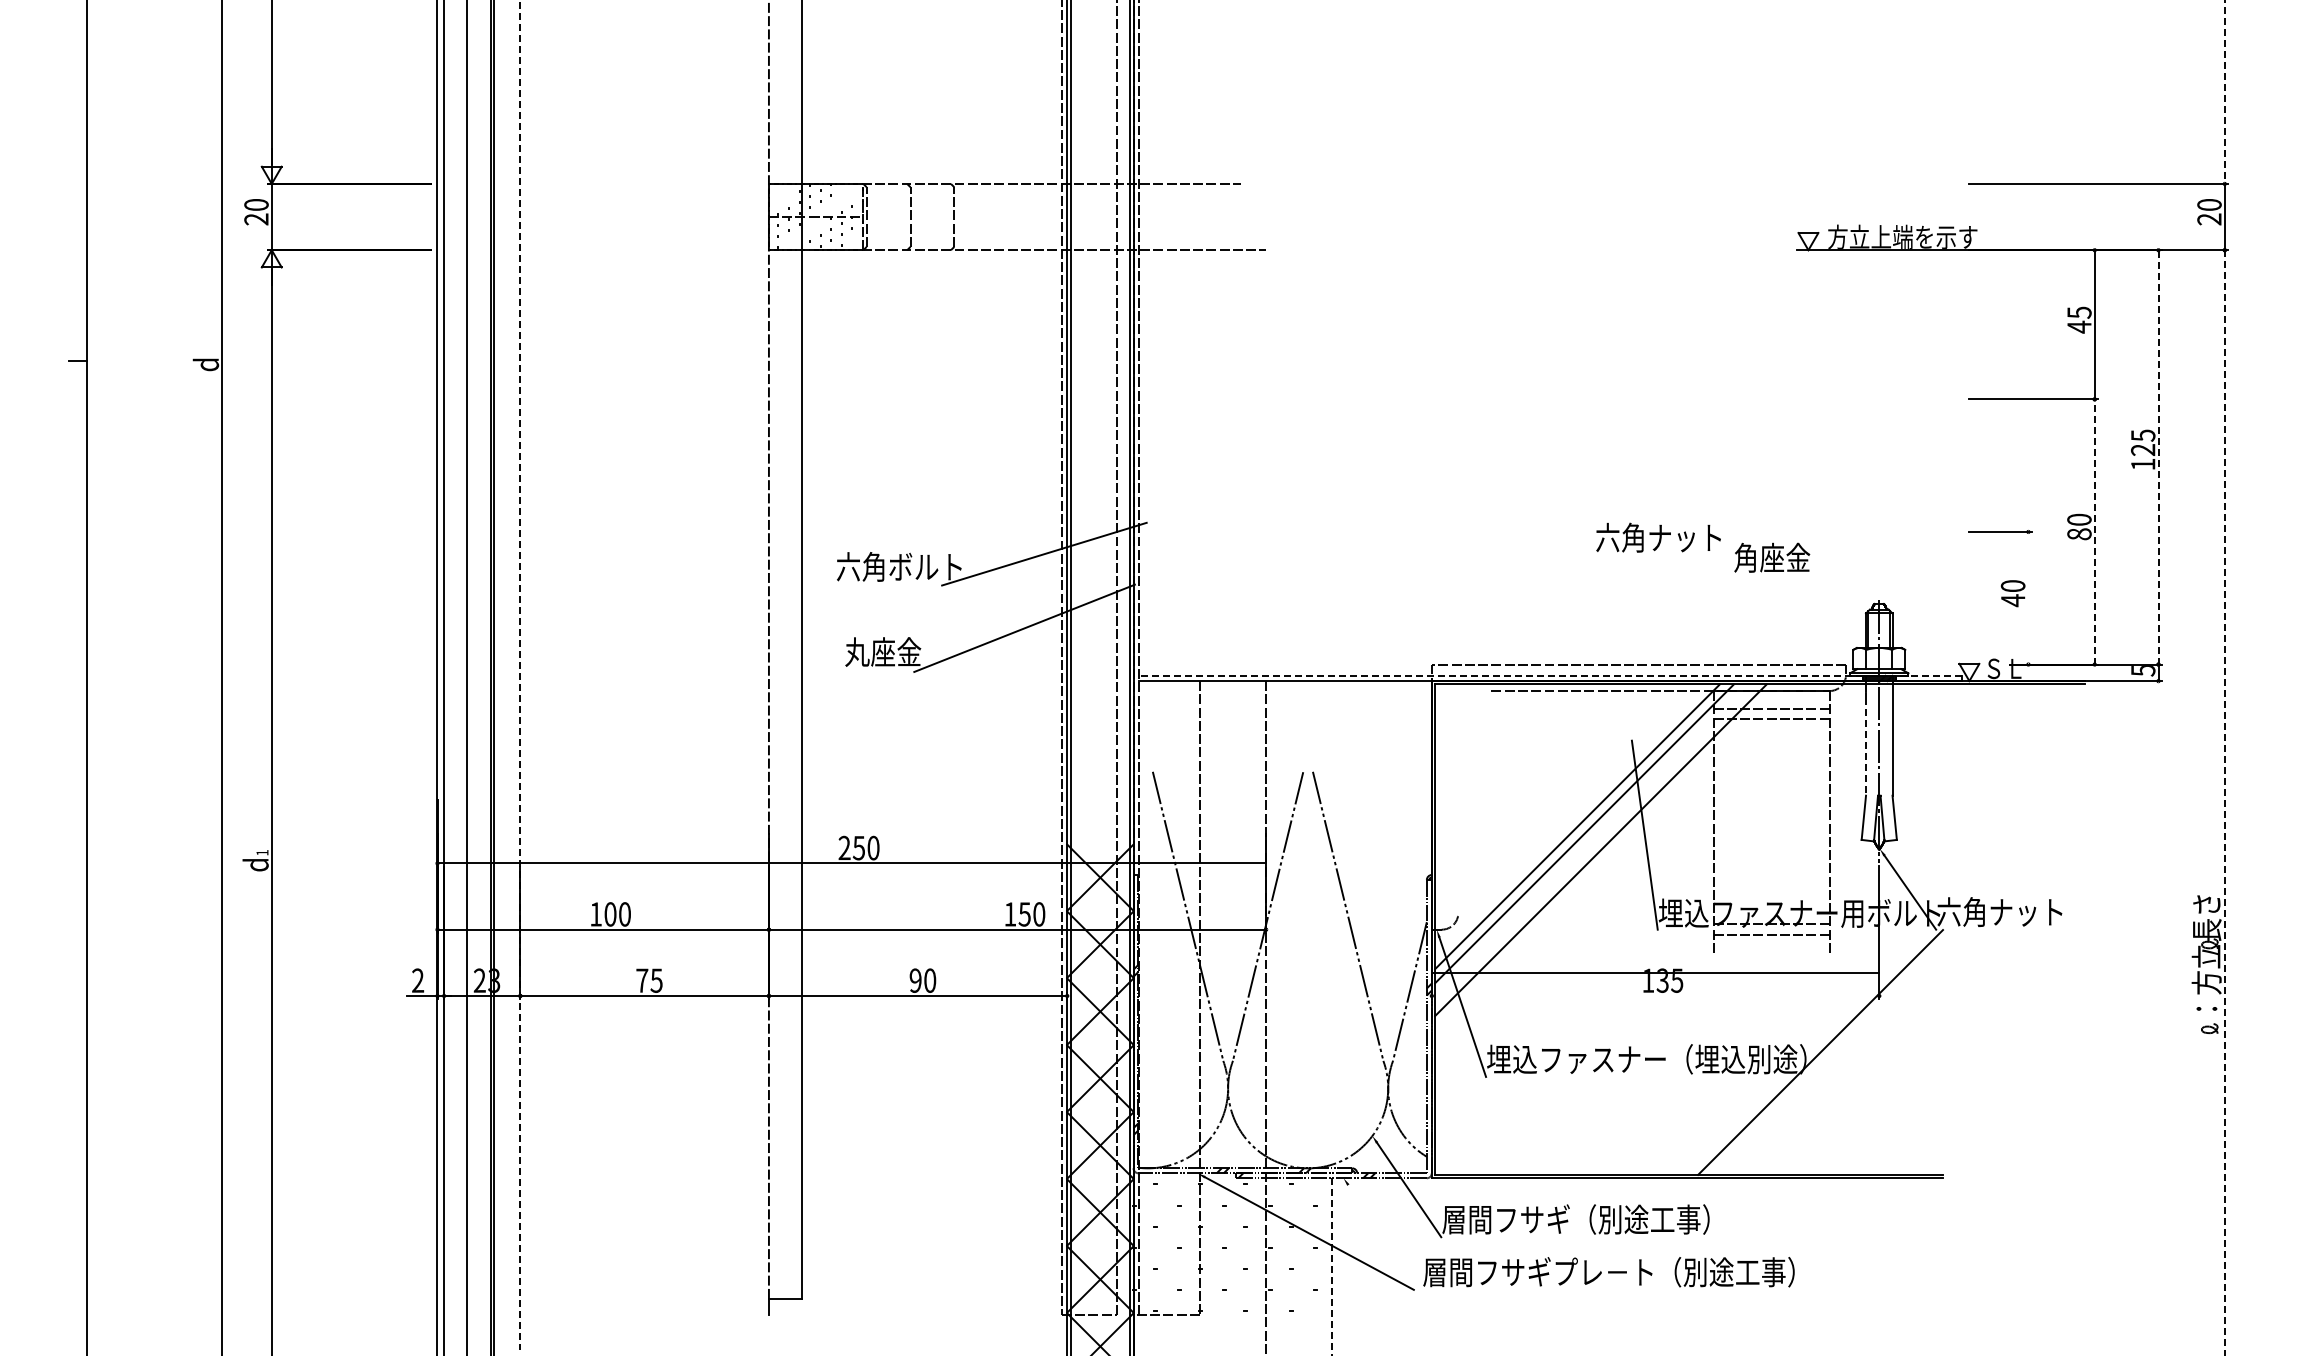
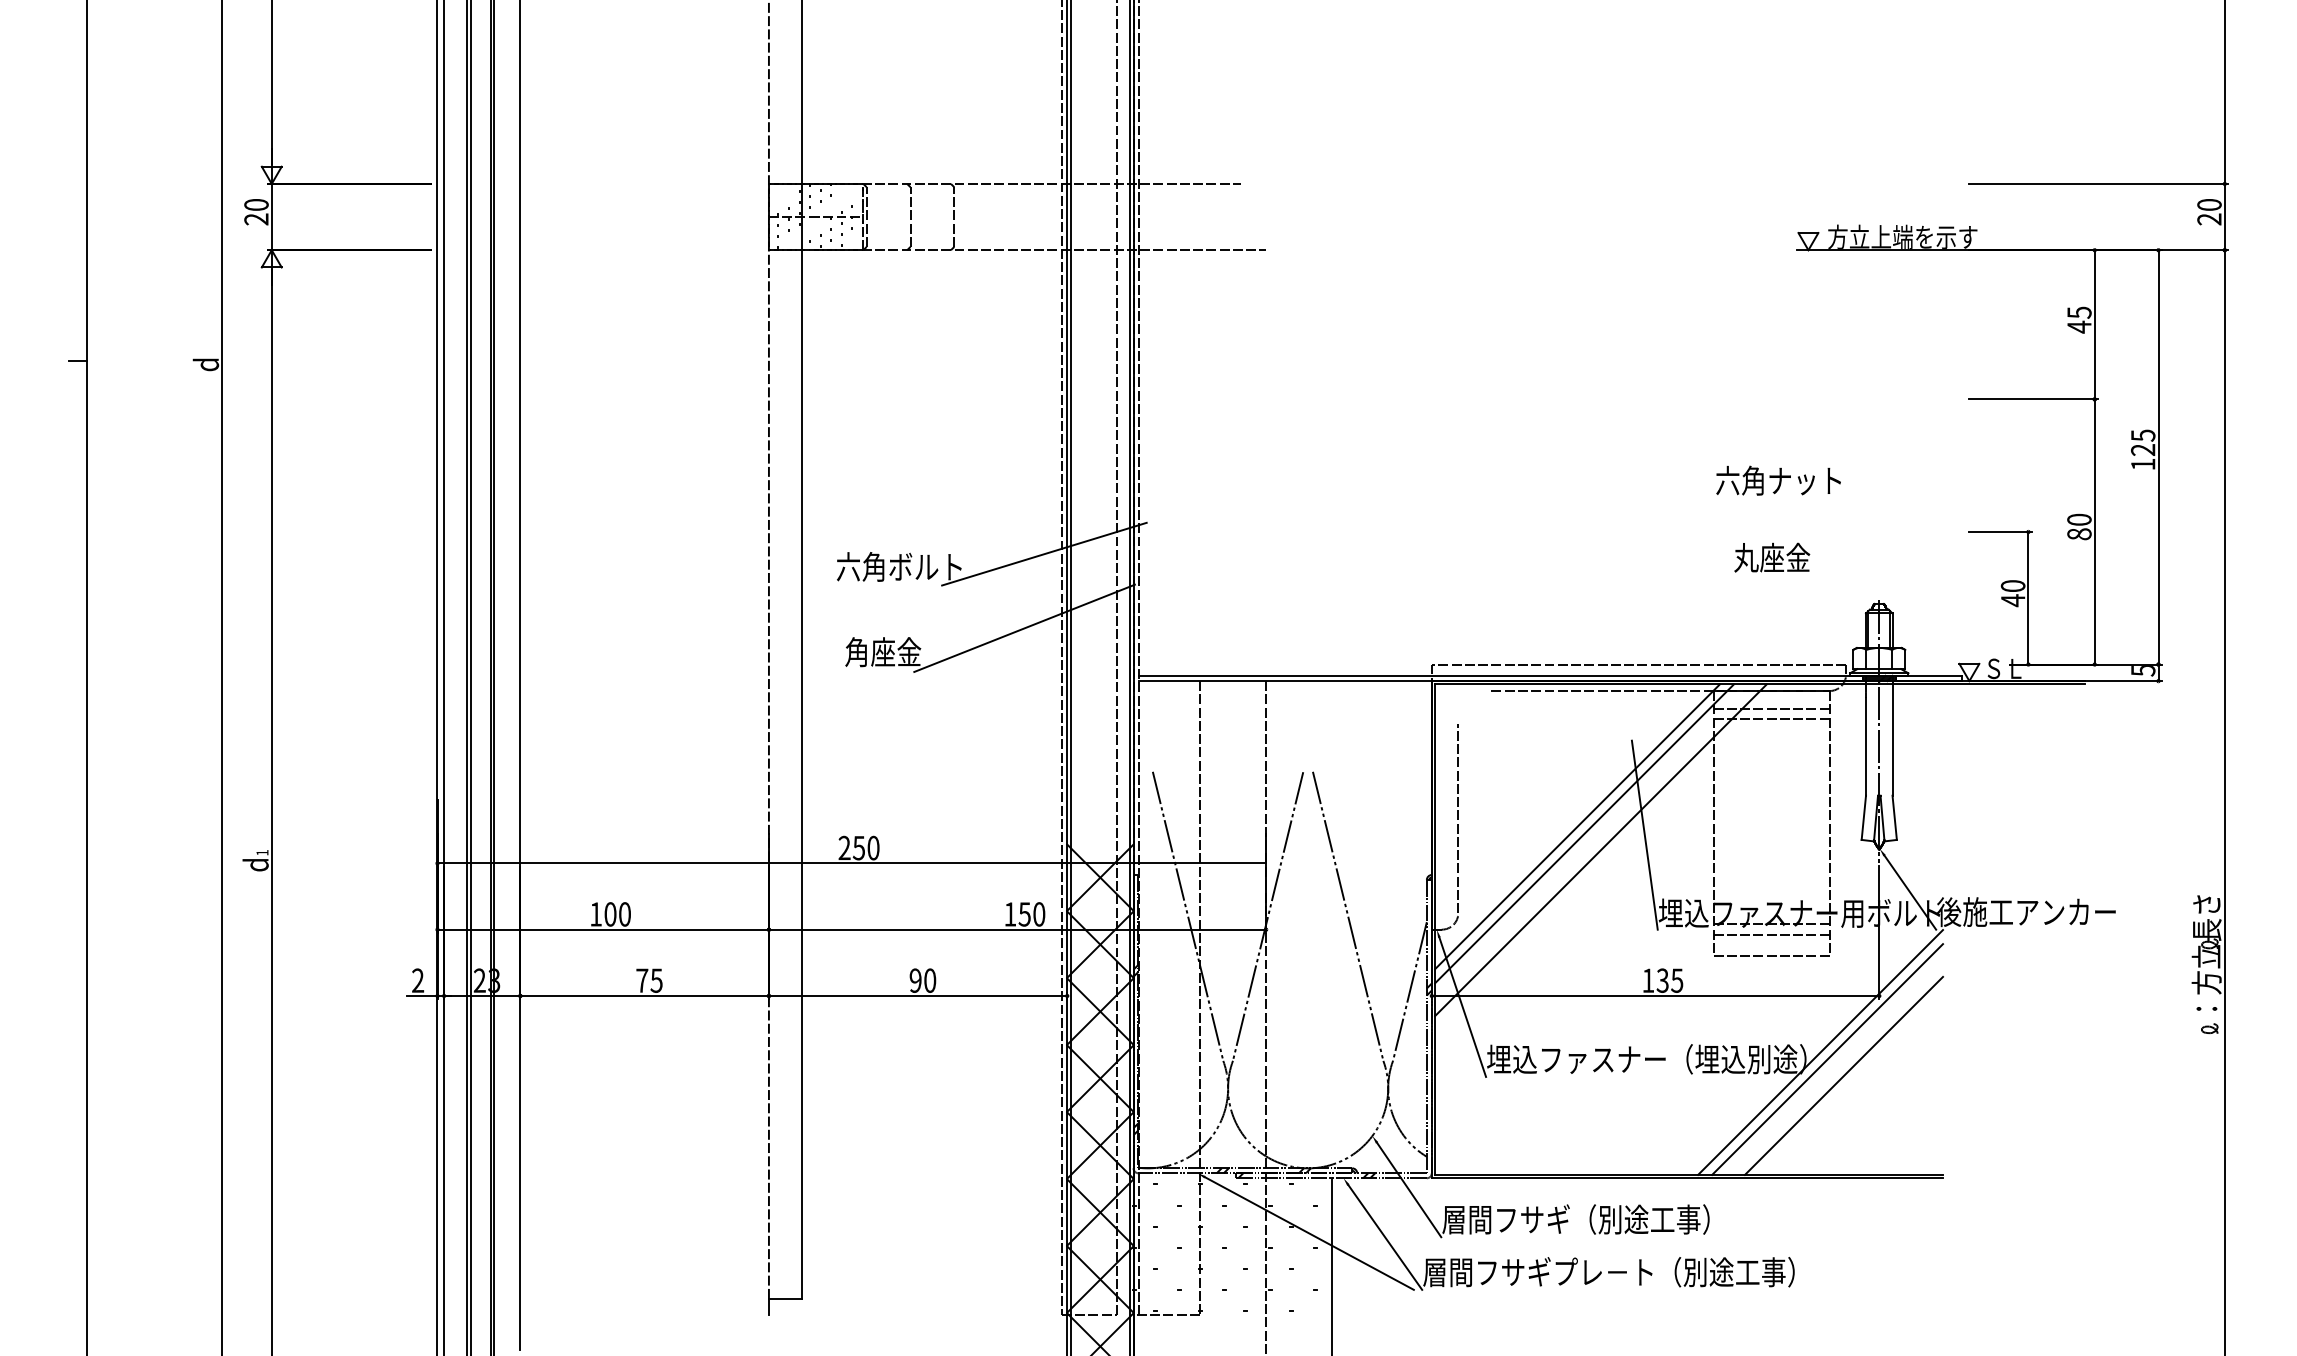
line at (2224, 92): dashed -> solid
line at (2158, 456): dashed -> solid
line at (2094, 531): dashed -> solid
text at (1658, 537) position: (1658, 537) -> (1778, 480)
text at (1746, 557): 角座金 -> 丸座金
line at (2028, 597): none -> present
text at (857, 652): 丸座金 -> 角座金
line at (520, 675): dashed -> solid
line at (1550, 675): dashed -> solid
line at (470, 677): none -> present
line at (1866, 747): dashed -> solid
line at (2224, 803): dashed -> solid
line at (1458, 818): none -> present
text at (2026, 912): 六角ナット -> 後施工アンカー
line at (1771, 956): none -> present
line at (1655, 972) position: (1655, 972) -> (1655, 995)
line at (1827, 1059): none -> present
line at (1843, 1075): none -> present
line at (1385, 1237): none -> present
line at (1332, 1267): dashed -> solid
